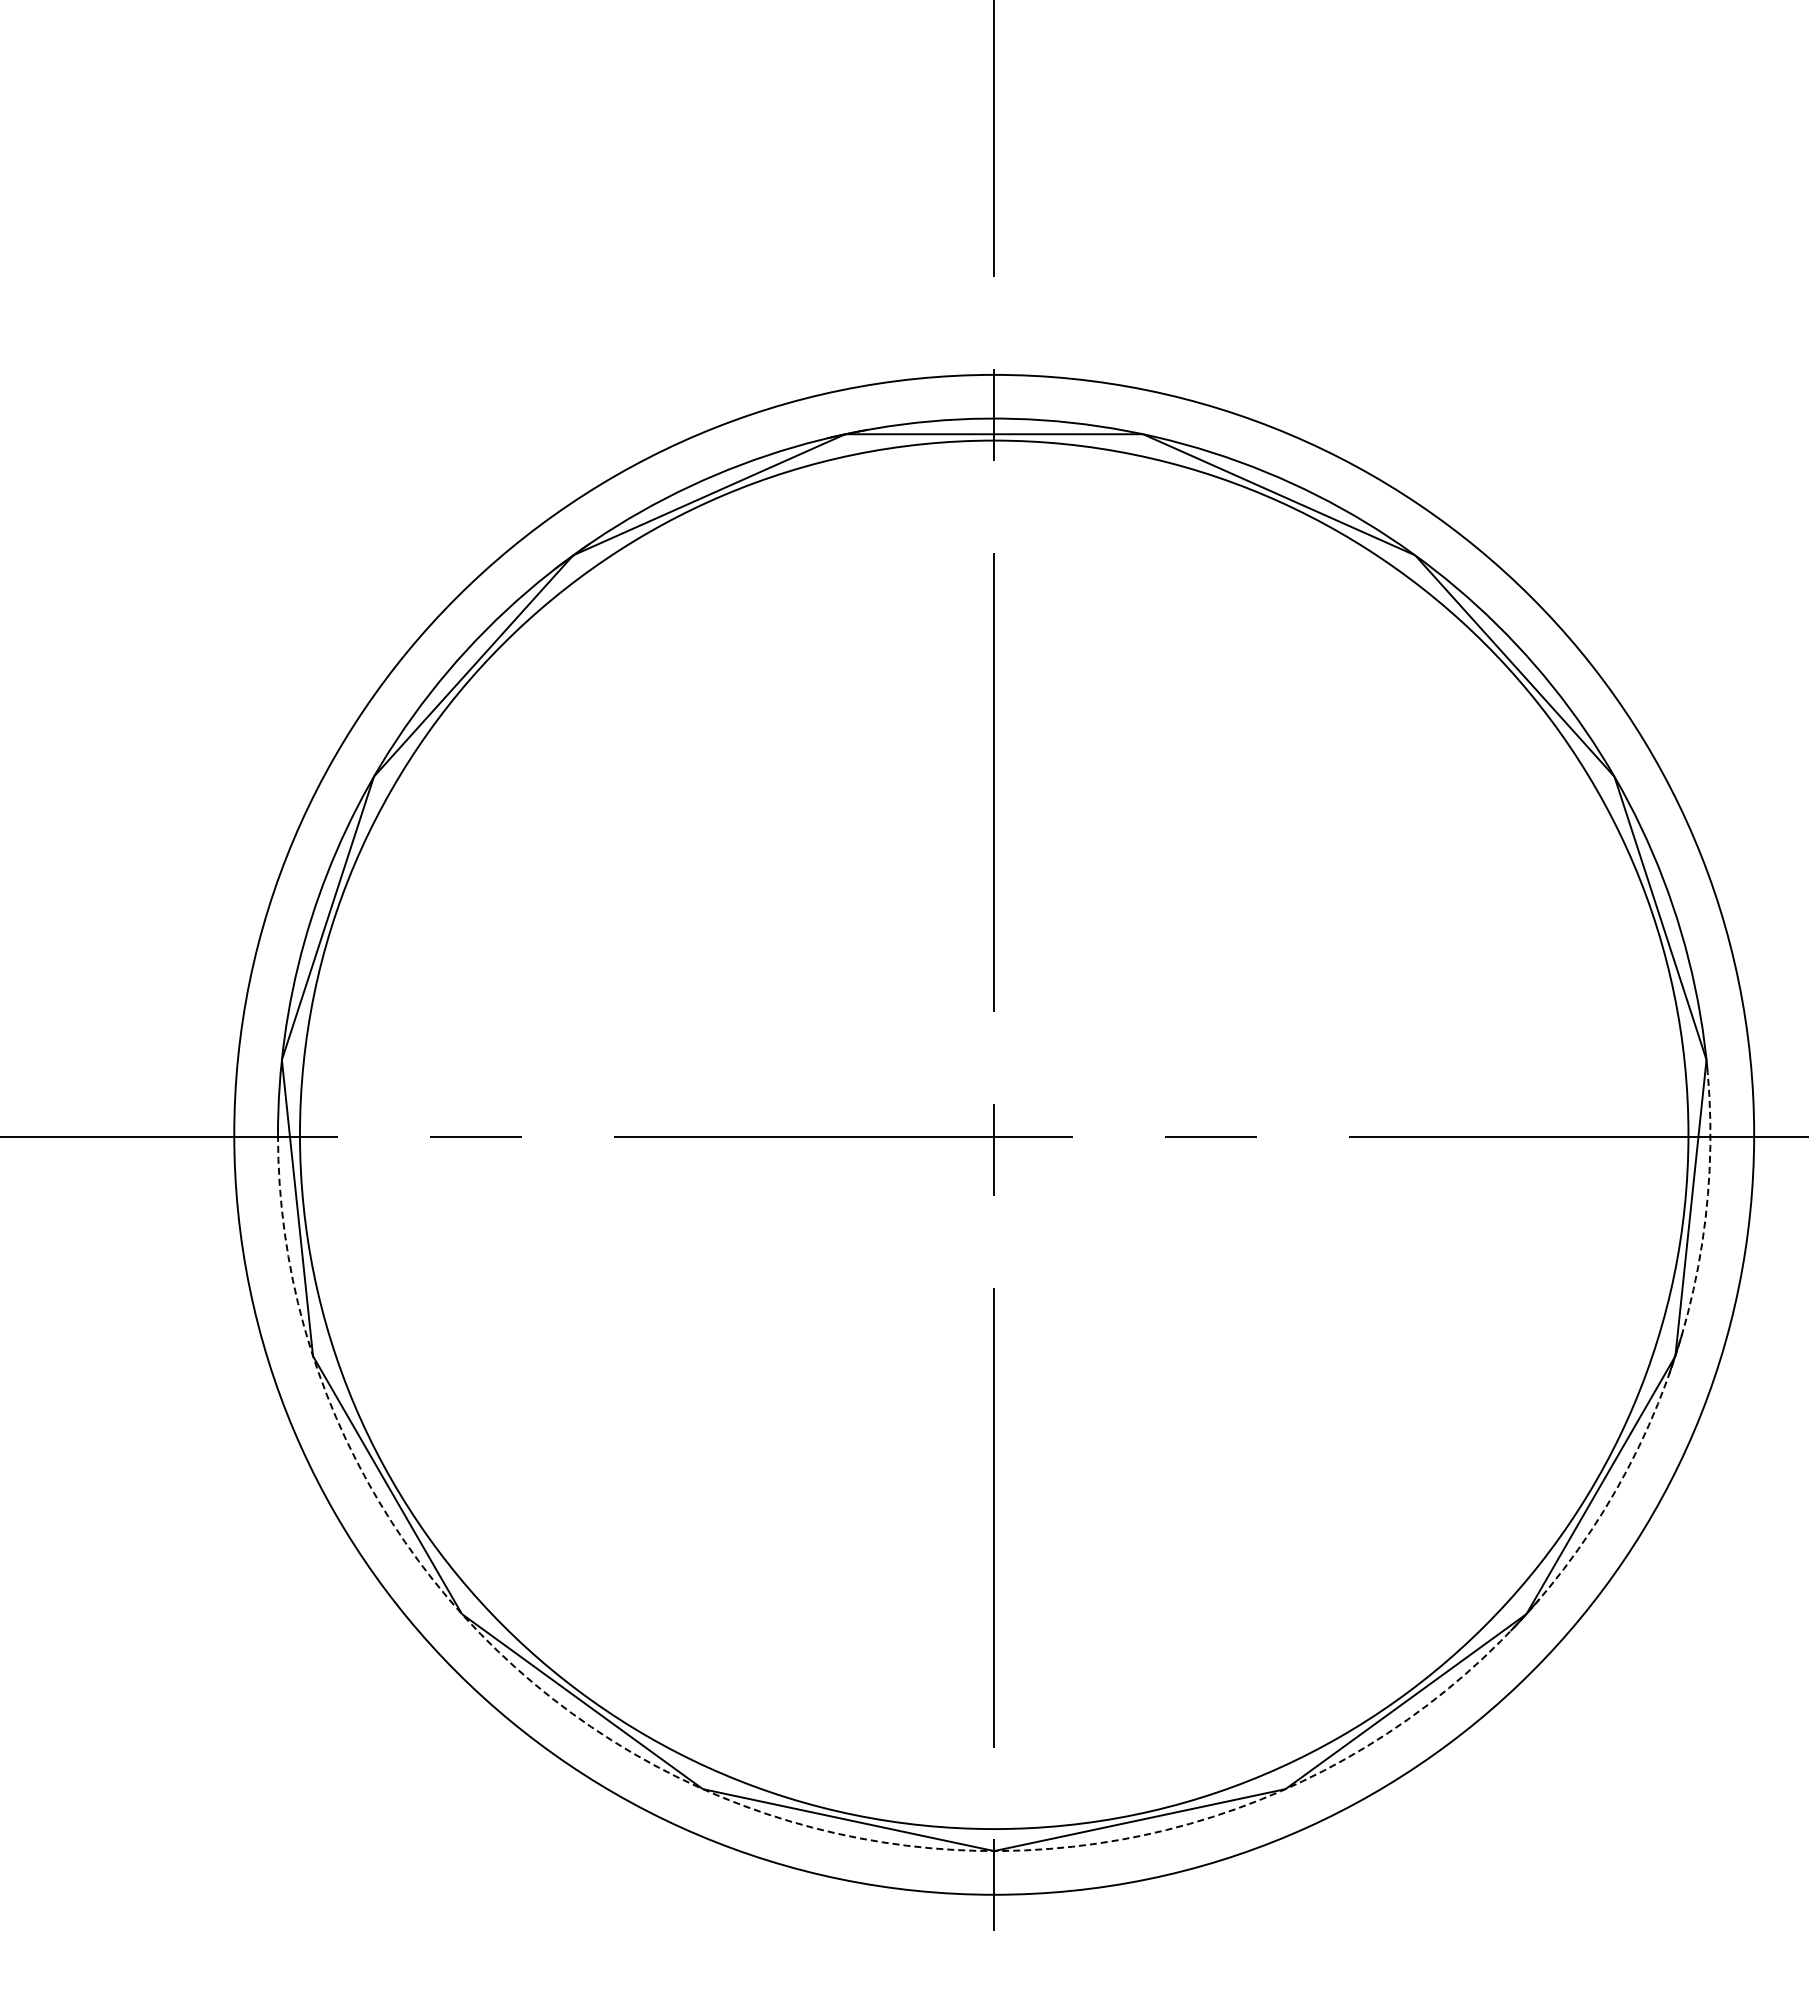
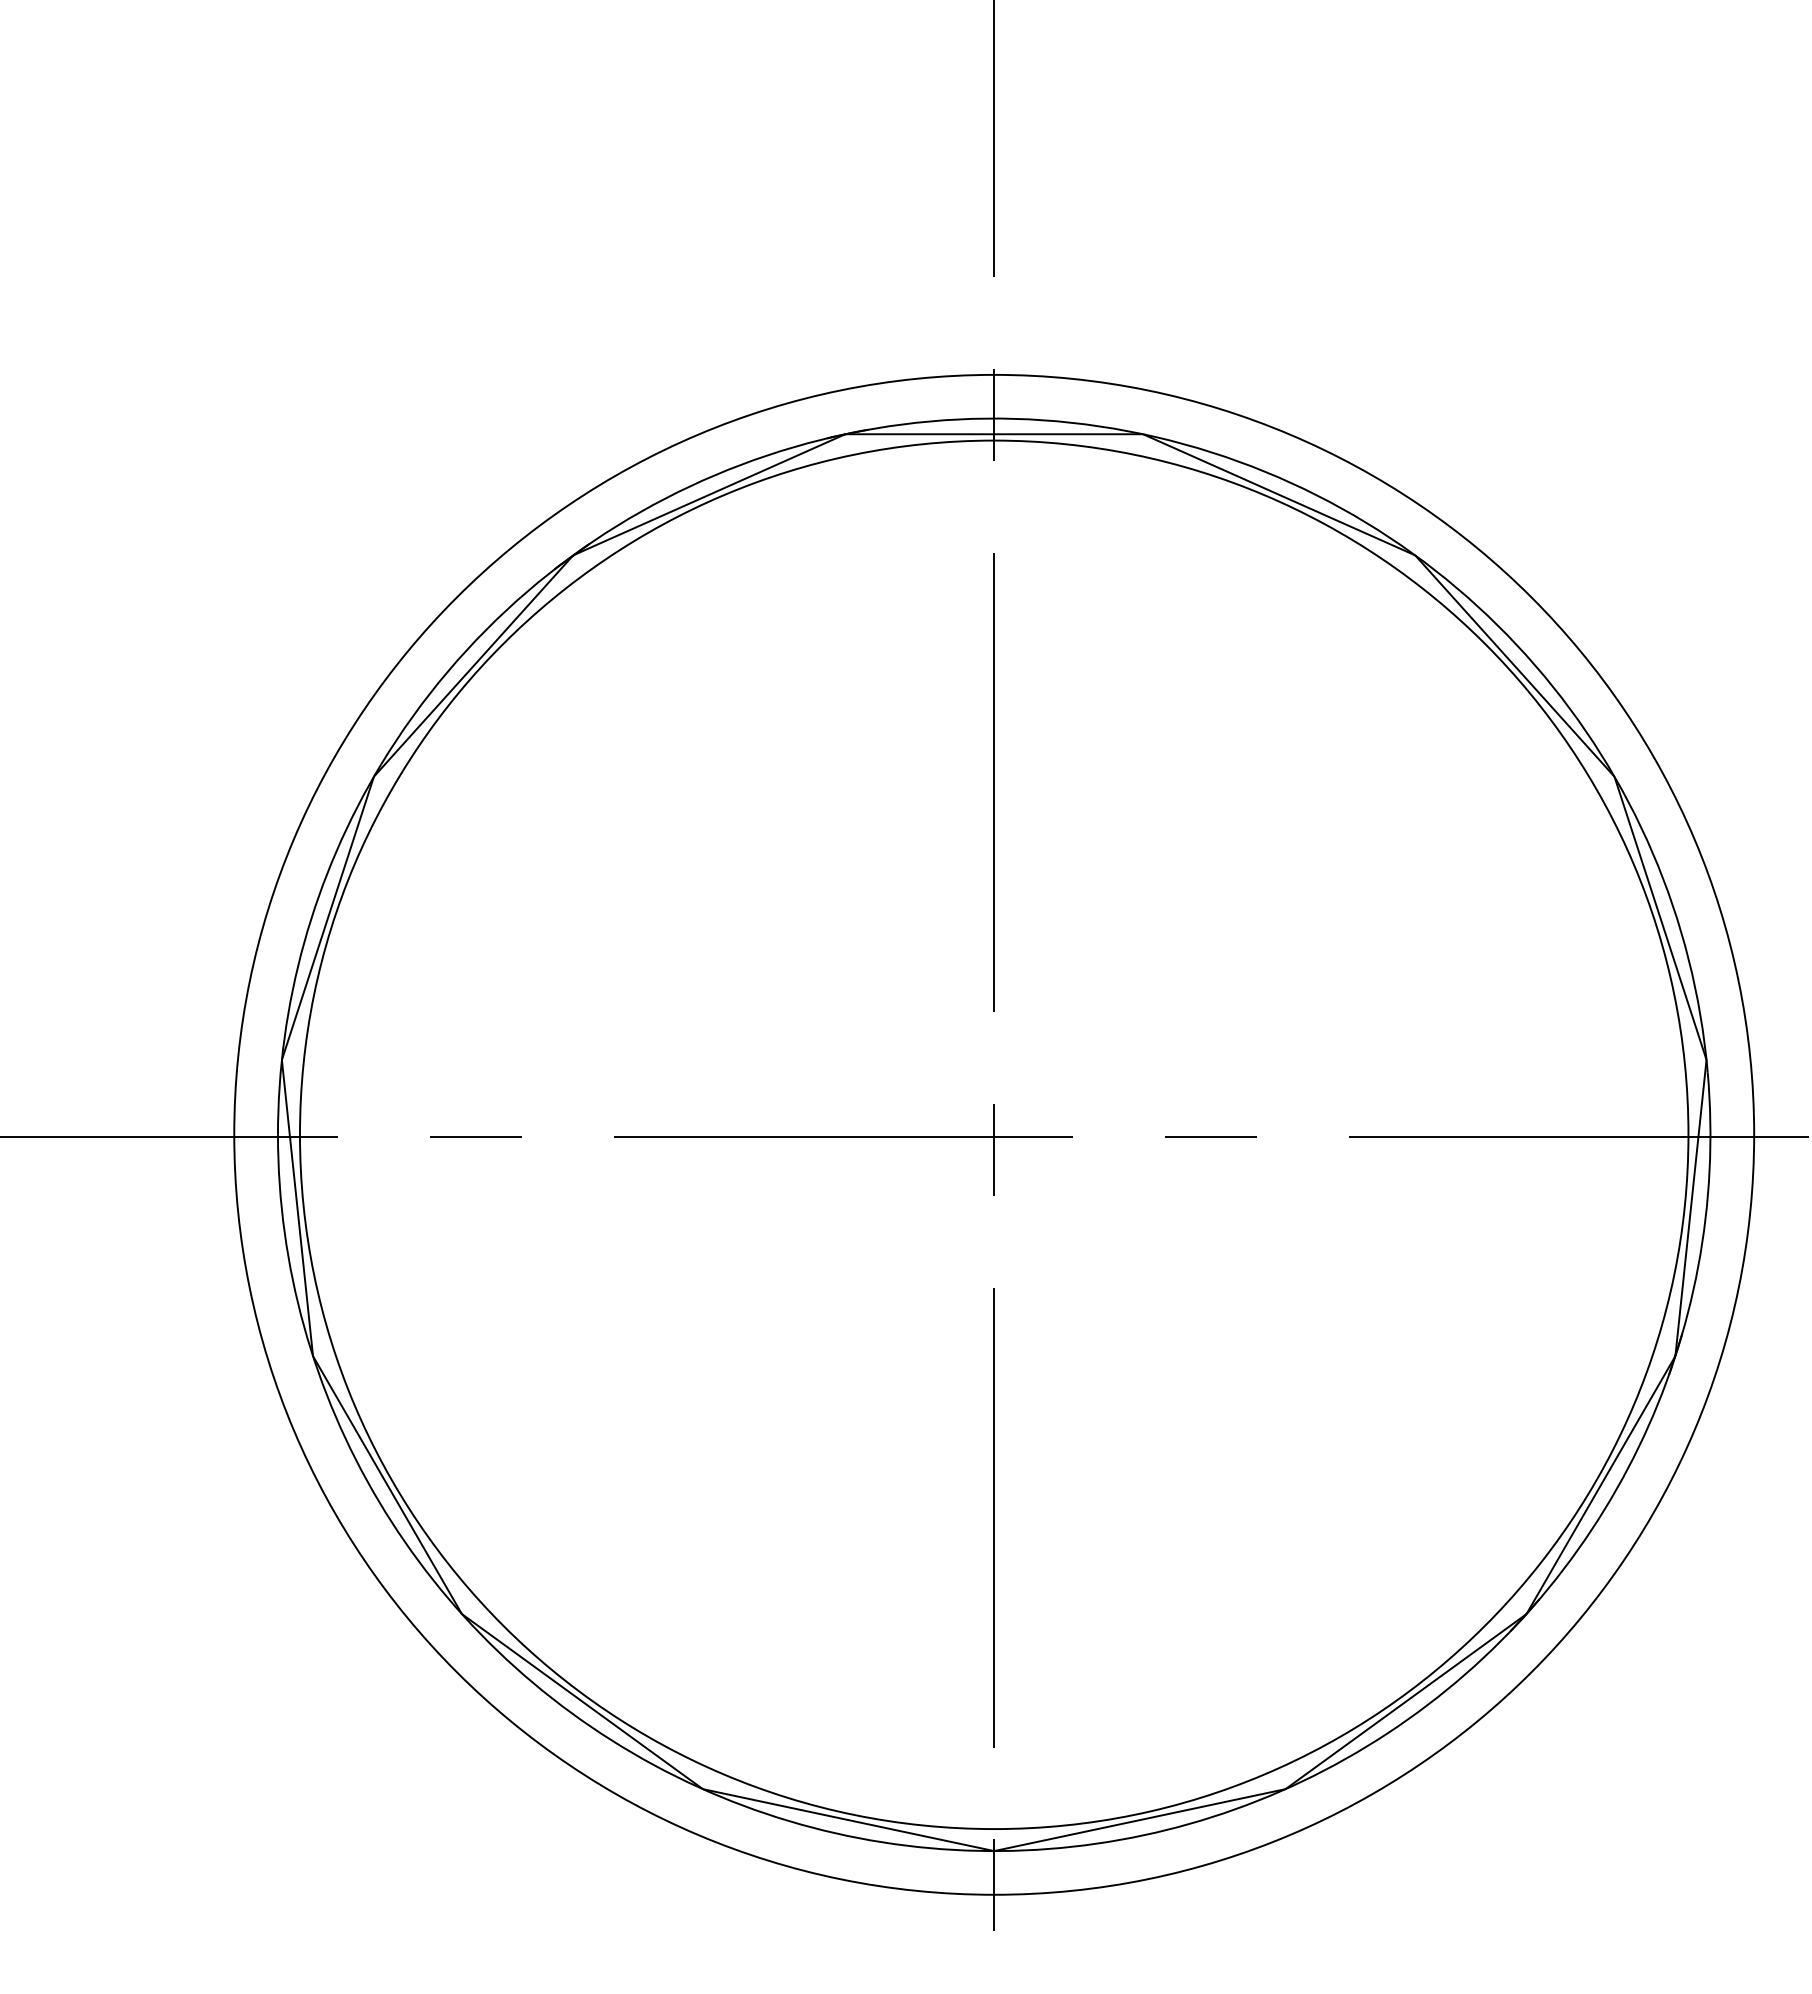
arc at (1025, 1850): dashed -> solid
